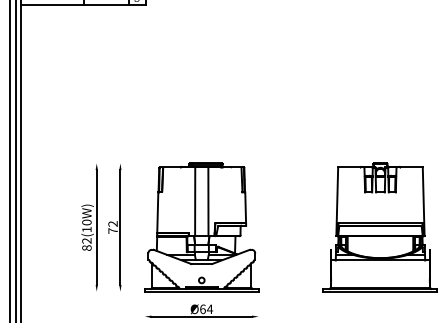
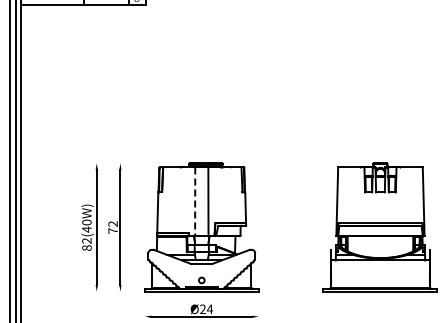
line at (195, 202): solid -> dashed
text at (86, 229): 82(10W) -> 82(40W)
text at (202, 309): Ø64 -> Ø24
